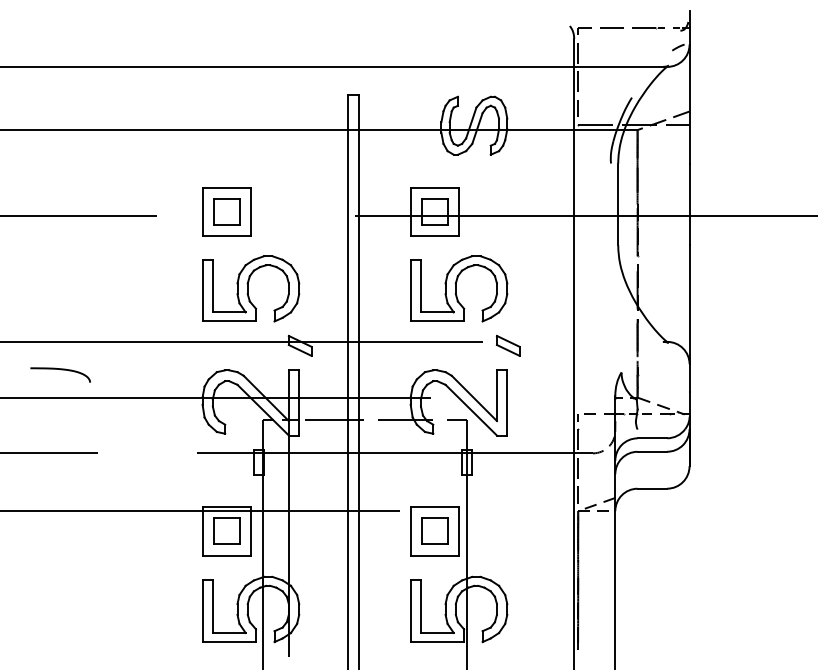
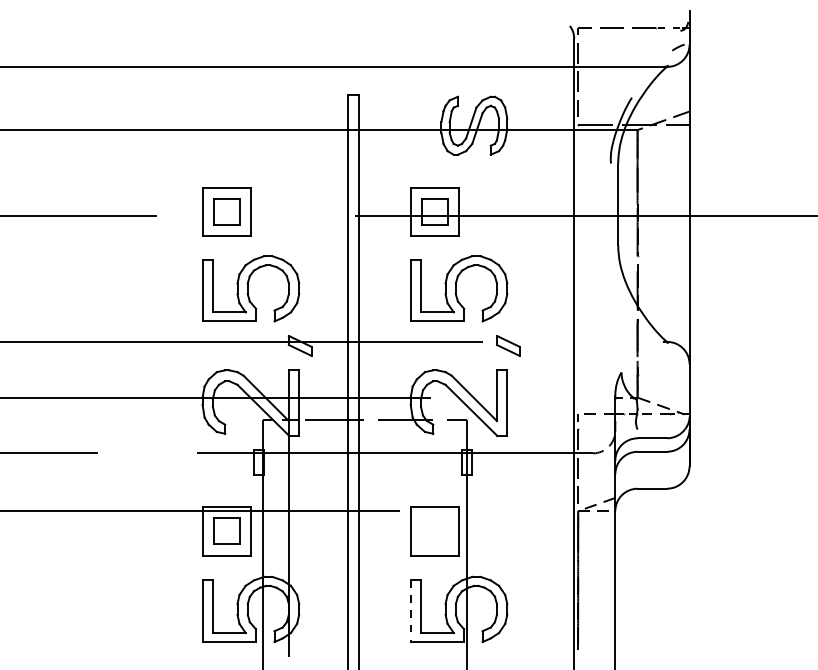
curve at (60, 370): present -> none
part at (434, 530): present -> none
line at (410, 611): solid -> dashed
